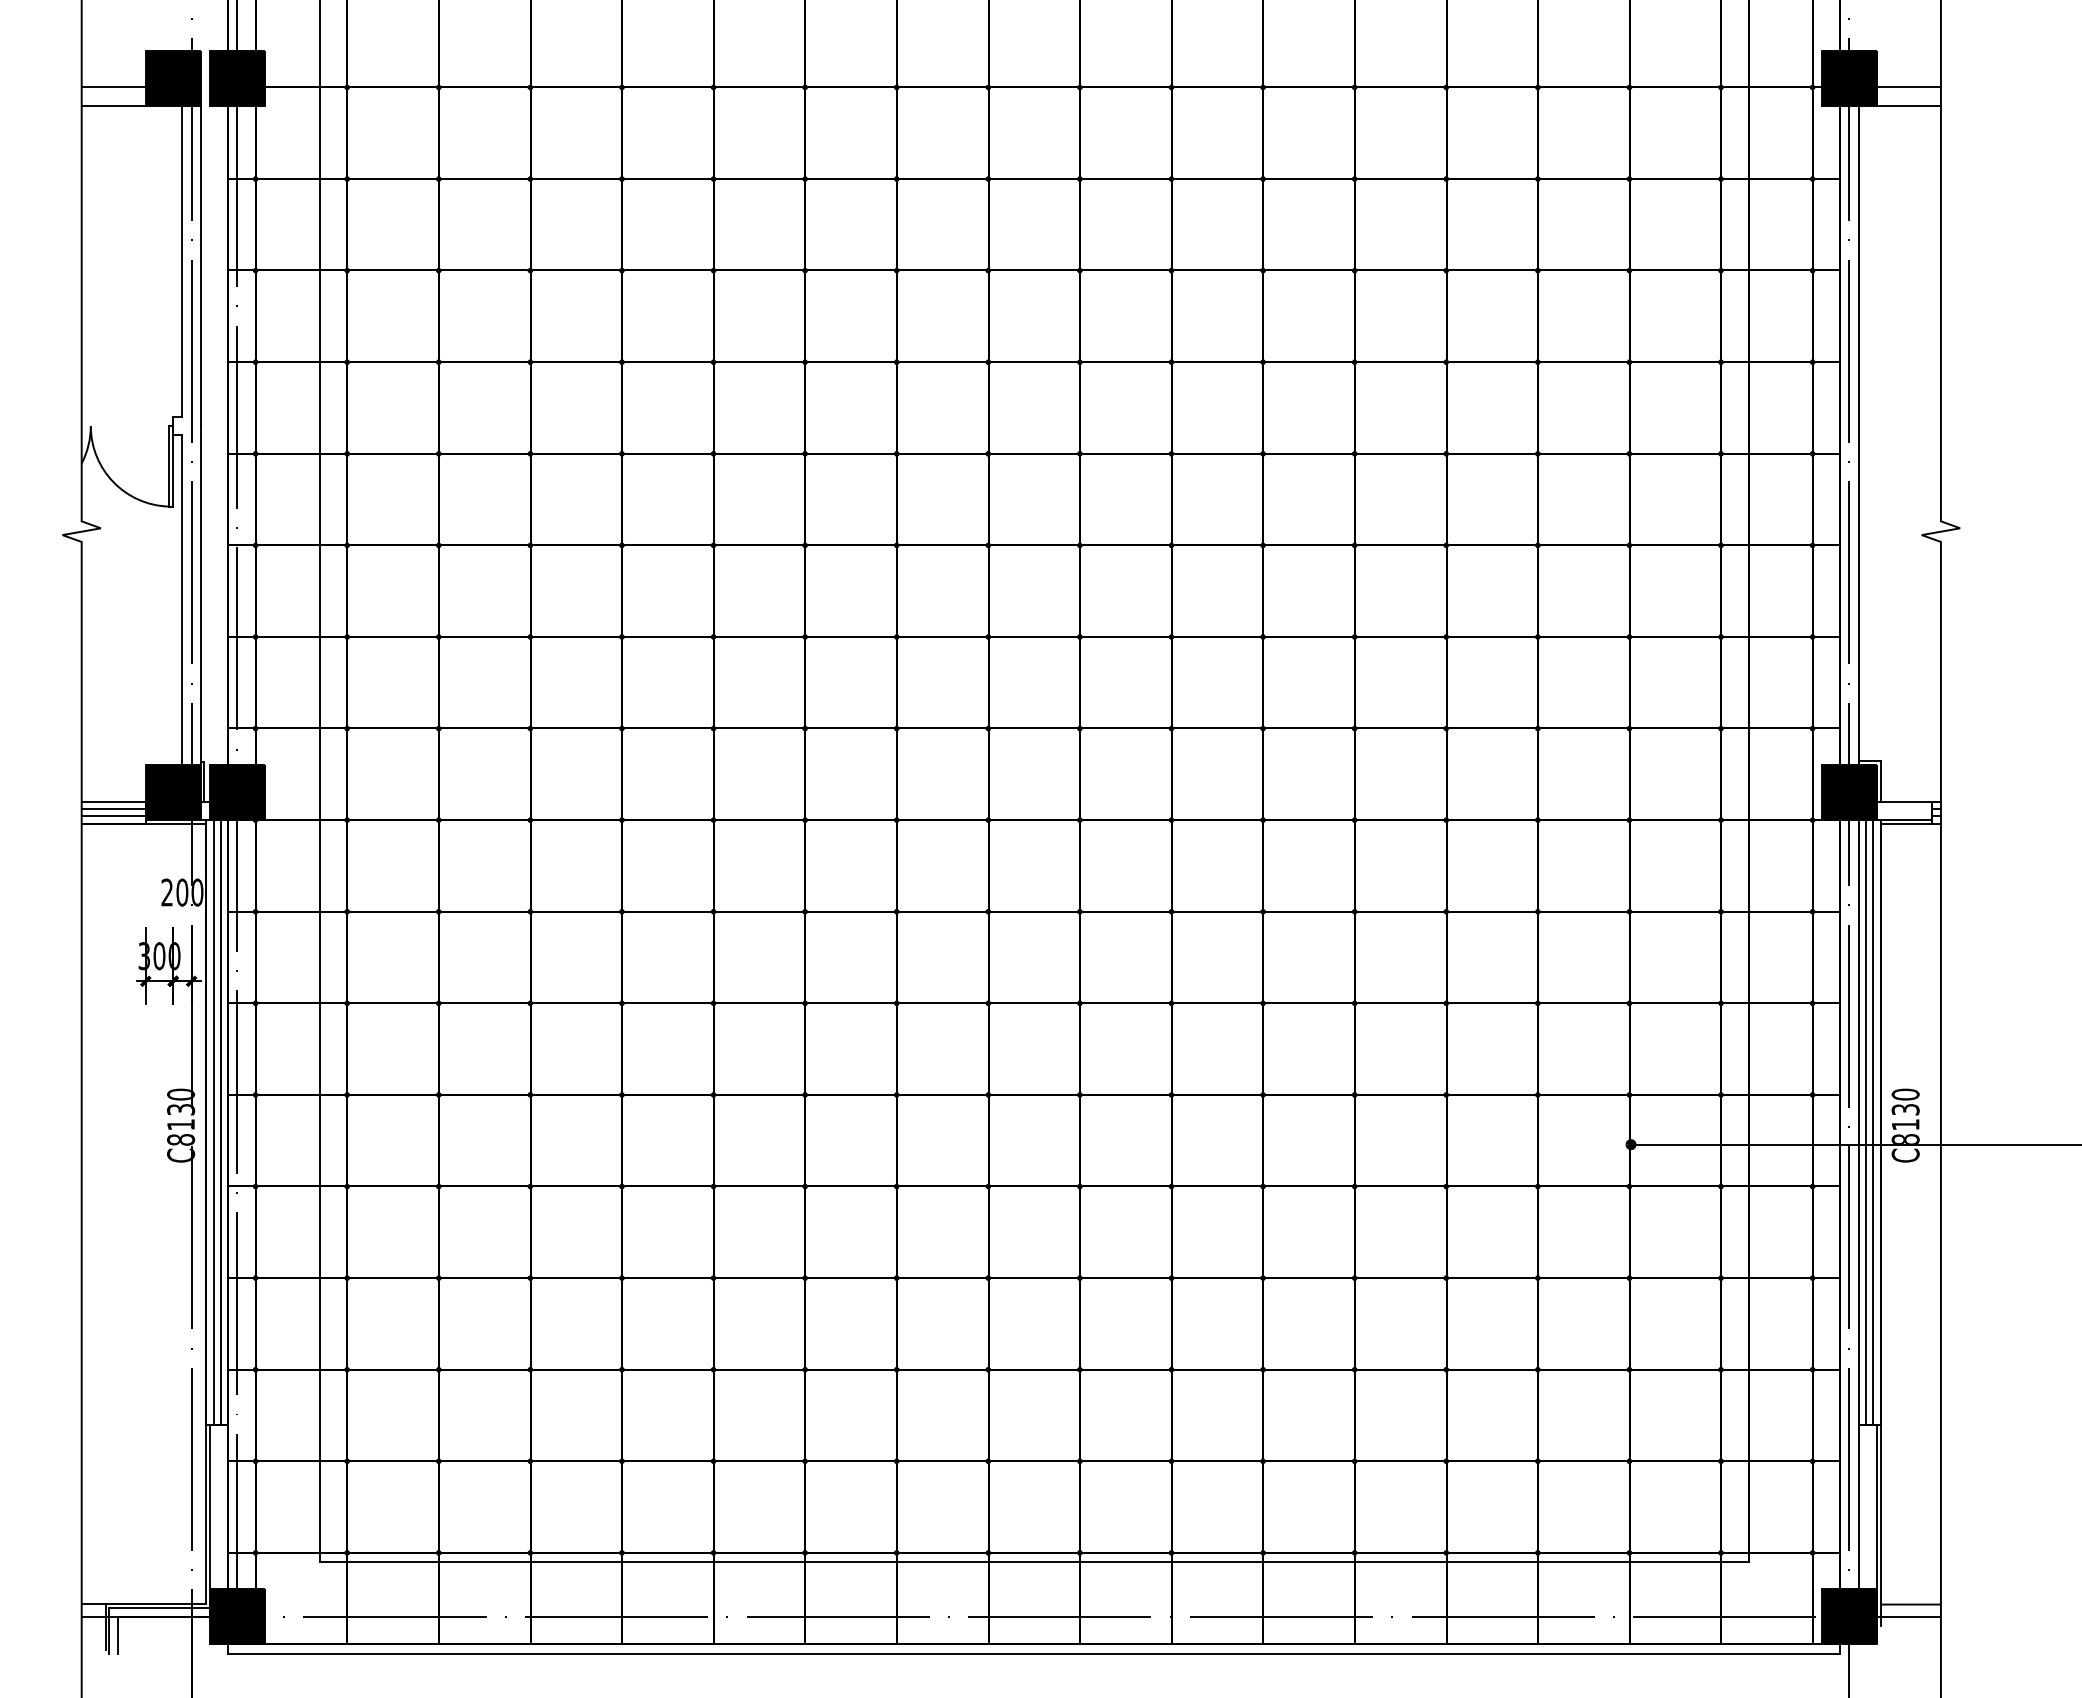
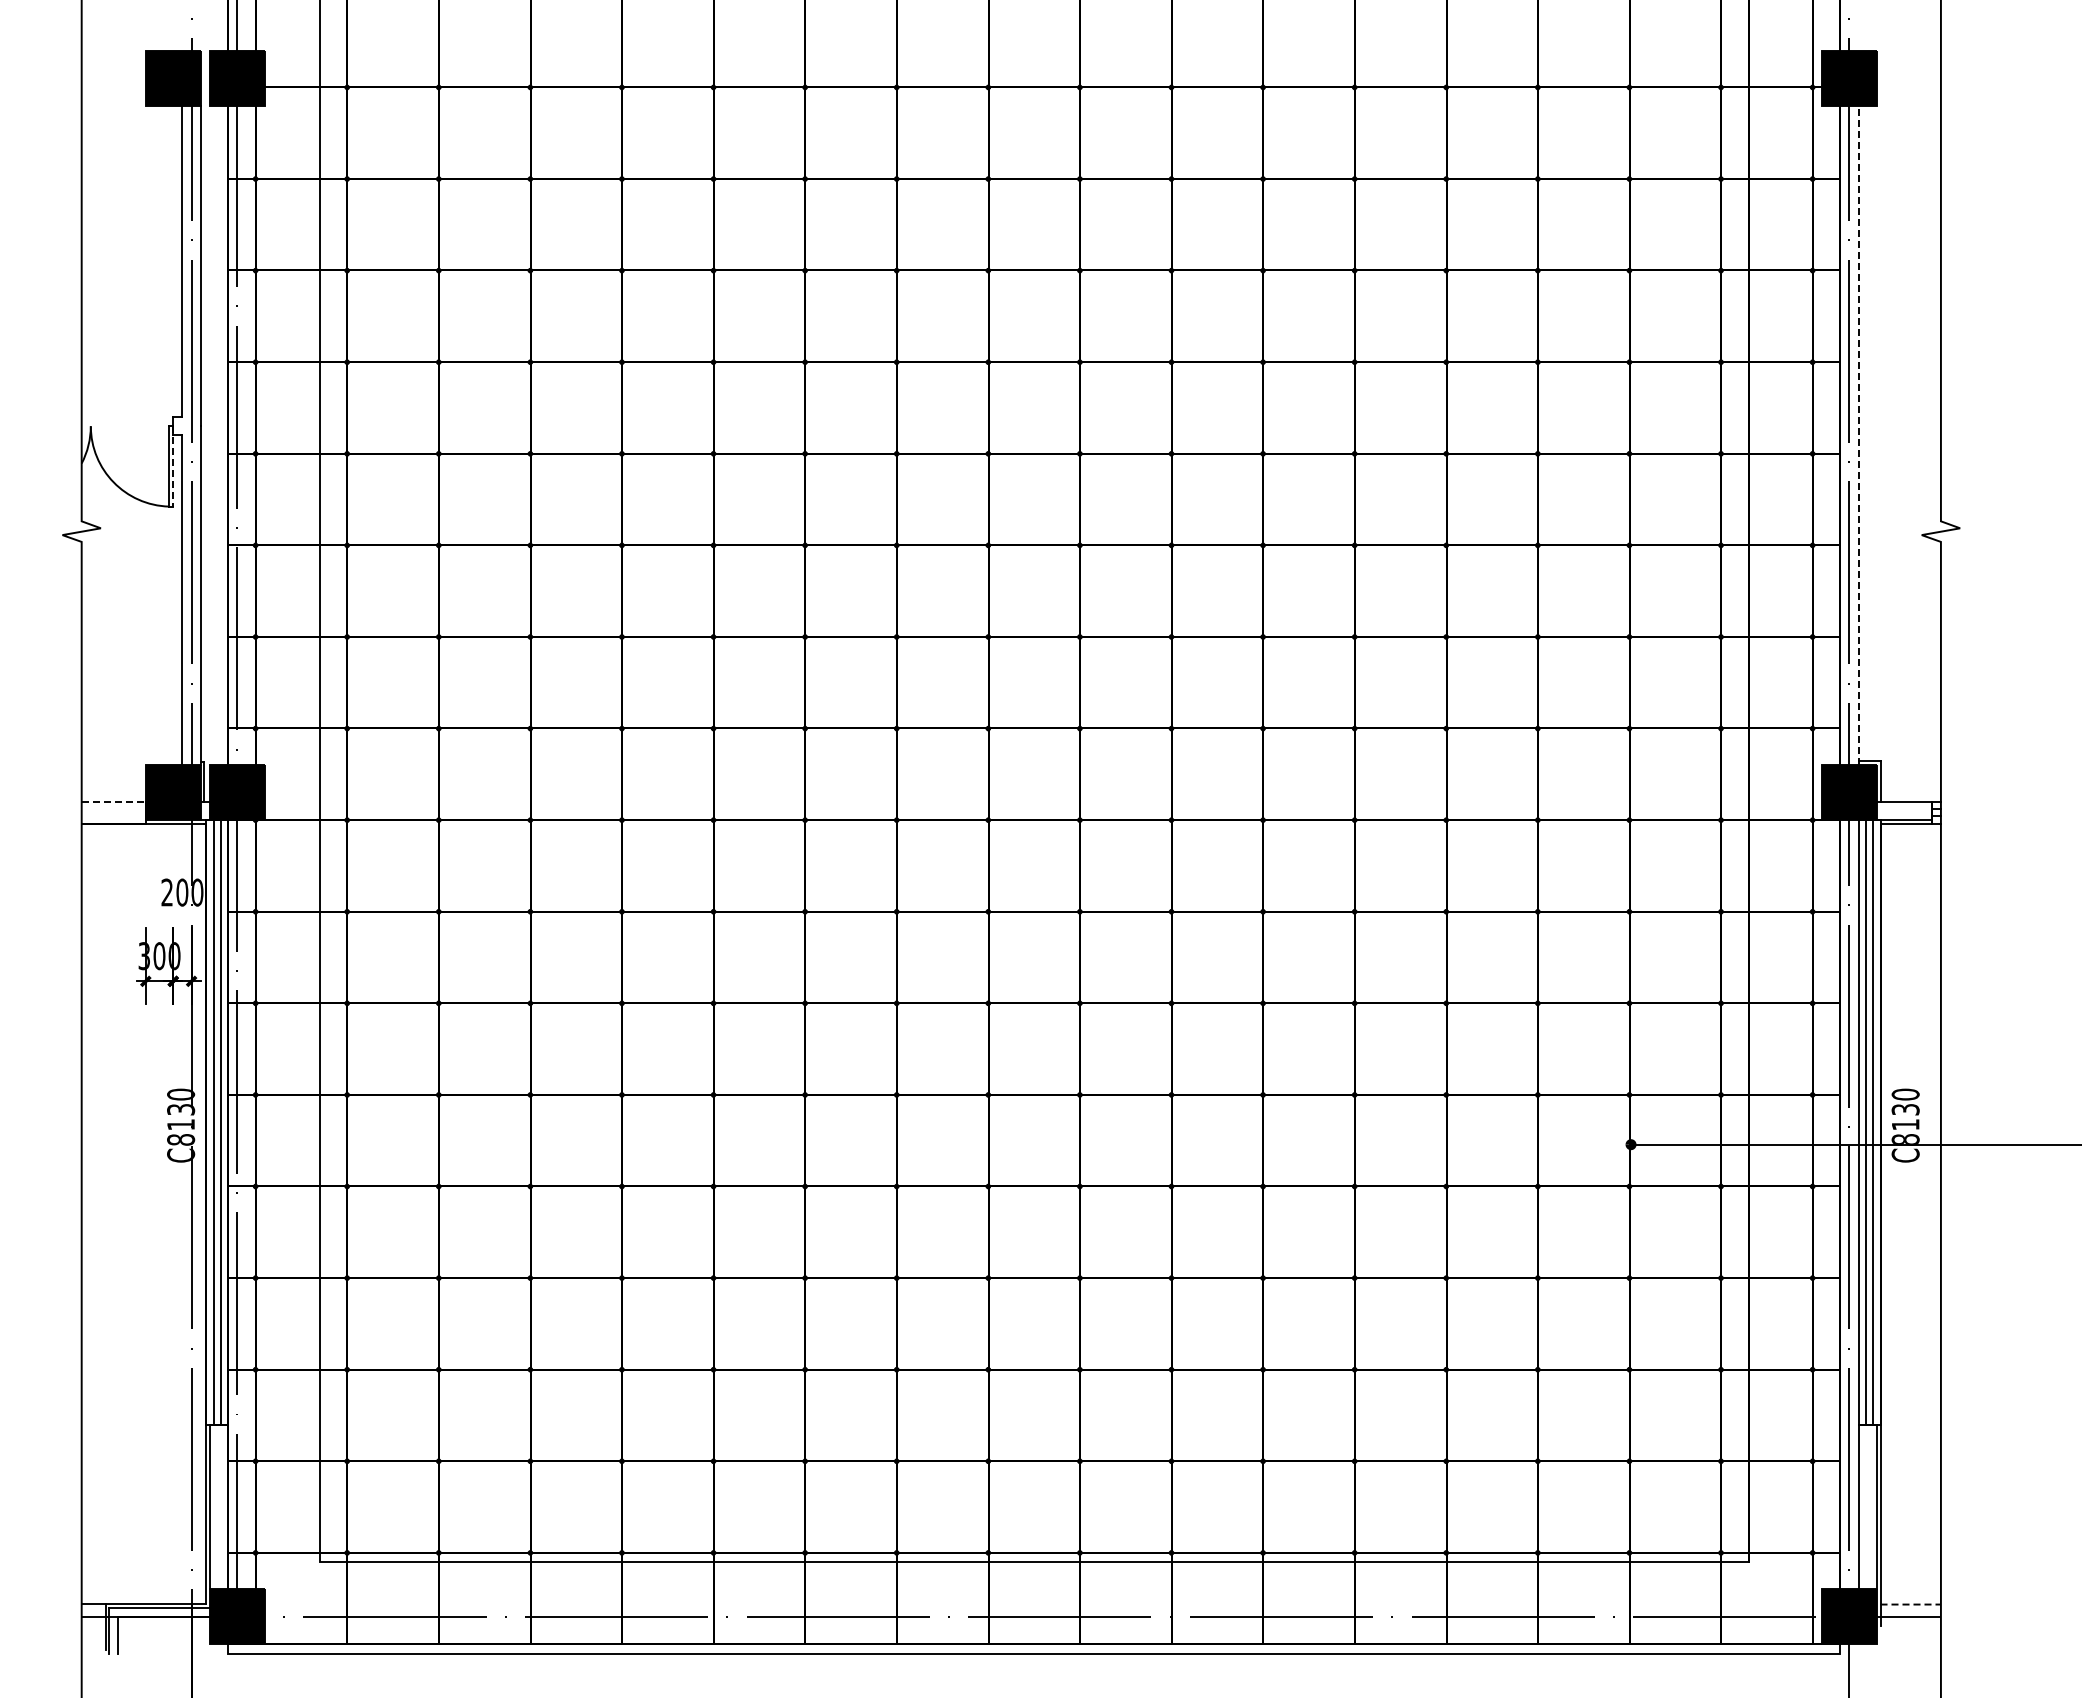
line at (113, 87): present -> none
line at (1908, 87): present -> none
line at (113, 105): present -> none
line at (1908, 105): present -> none
line at (1858, 435): solid -> dashed
line at (173, 466): solid -> dashed
line at (114, 801): solid -> dashed
line at (113, 809): present -> none
line at (113, 816): present -> none
line at (1911, 1604): solid -> dashed
